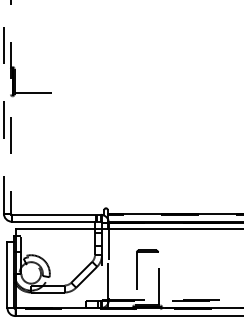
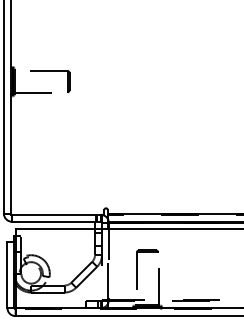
part at (50, 71): none -> present
line at (3, 106): dashed -> solid
line at (10, 107): dashed -> solid
